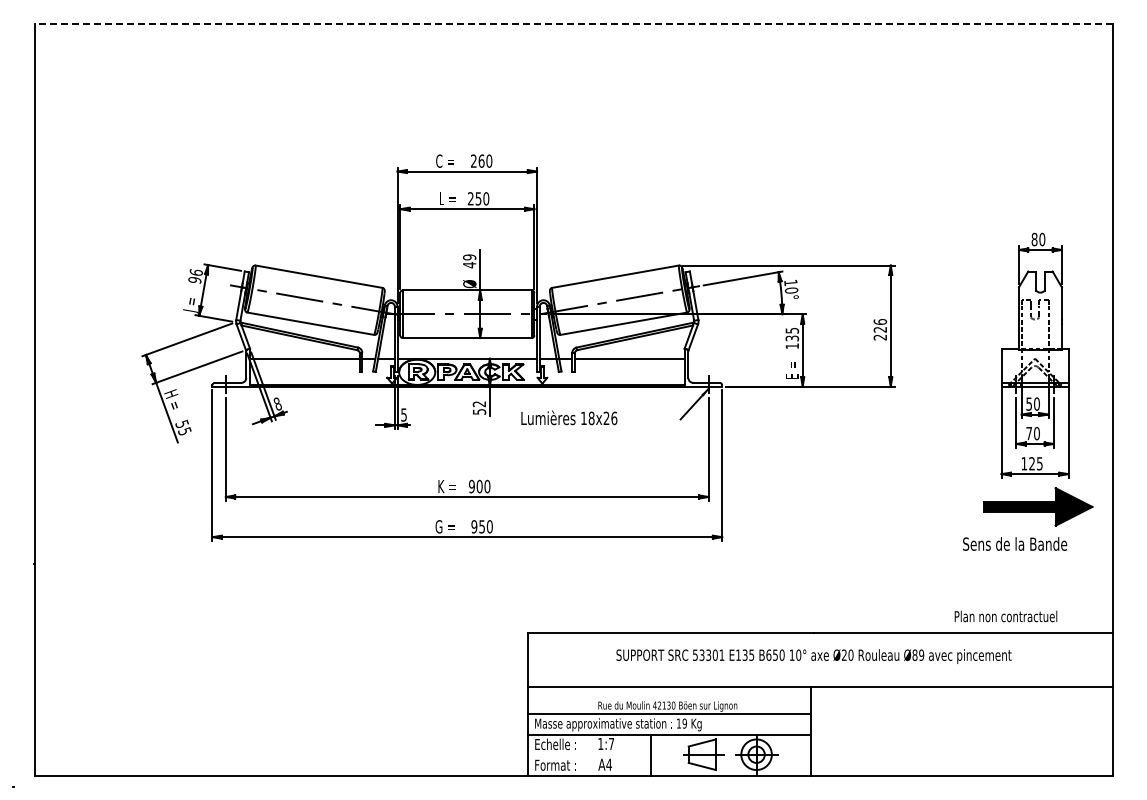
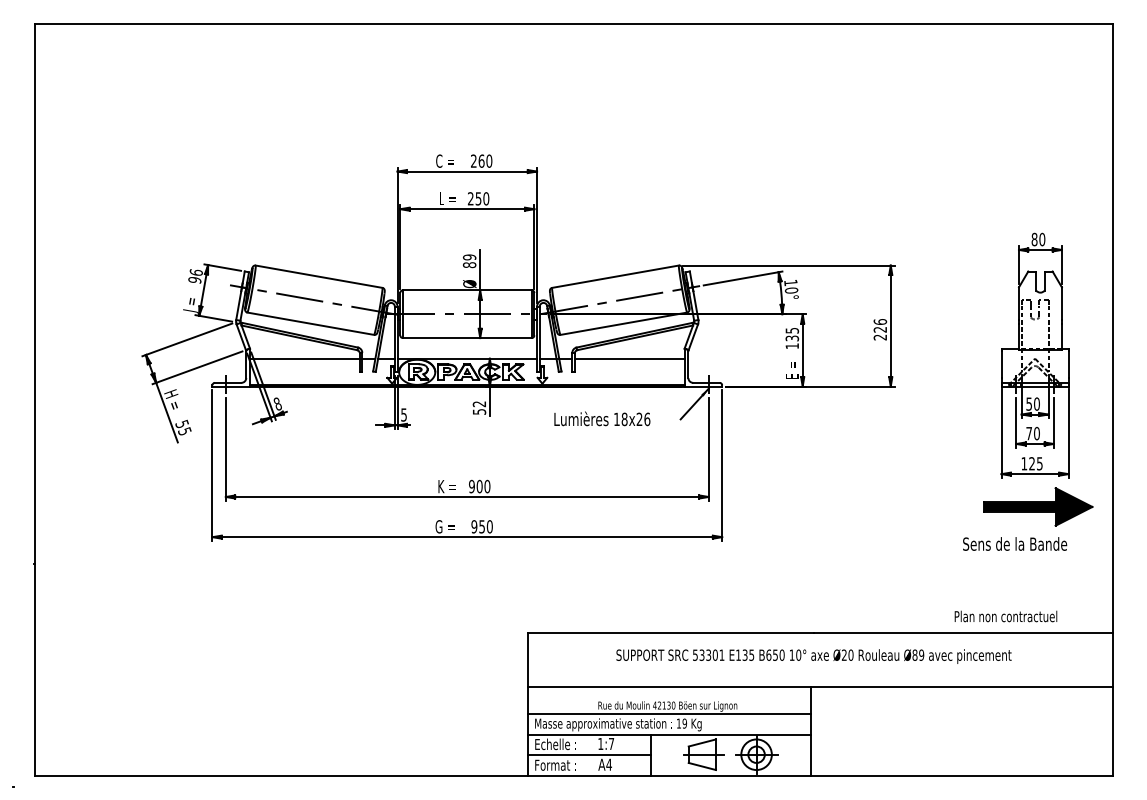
line at (573, 24): dashed -> solid
text at (469, 265): 49 -> 89
text at (569, 417) position: (569, 417) -> (602, 418)
line at (589, 755): none -> present
